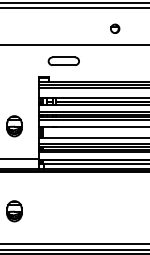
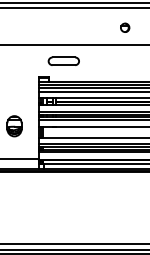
part at (115, 28) position: (115, 28) -> (125, 27)
line at (92, 91): none -> present
part at (14, 211): present -> none
